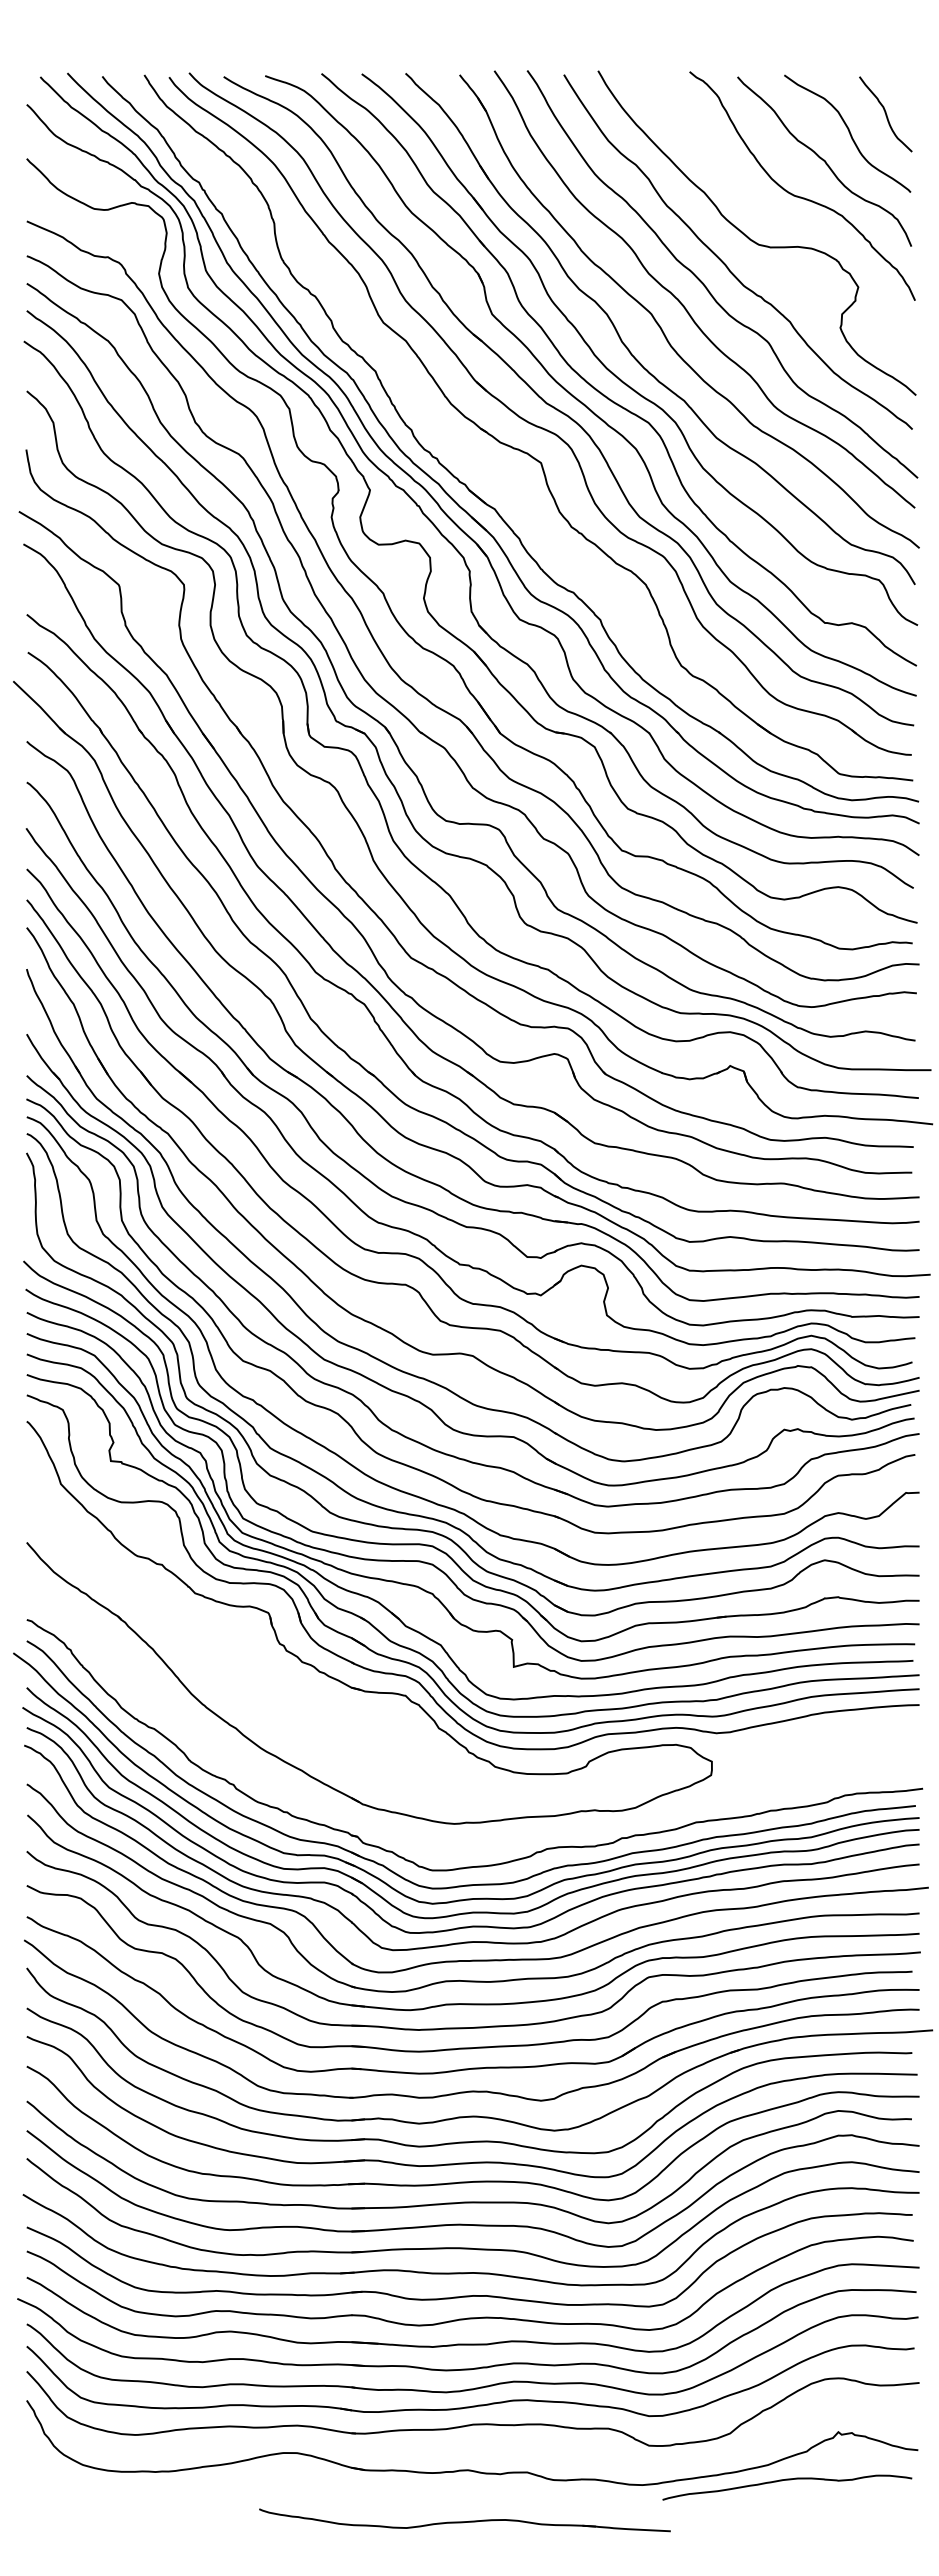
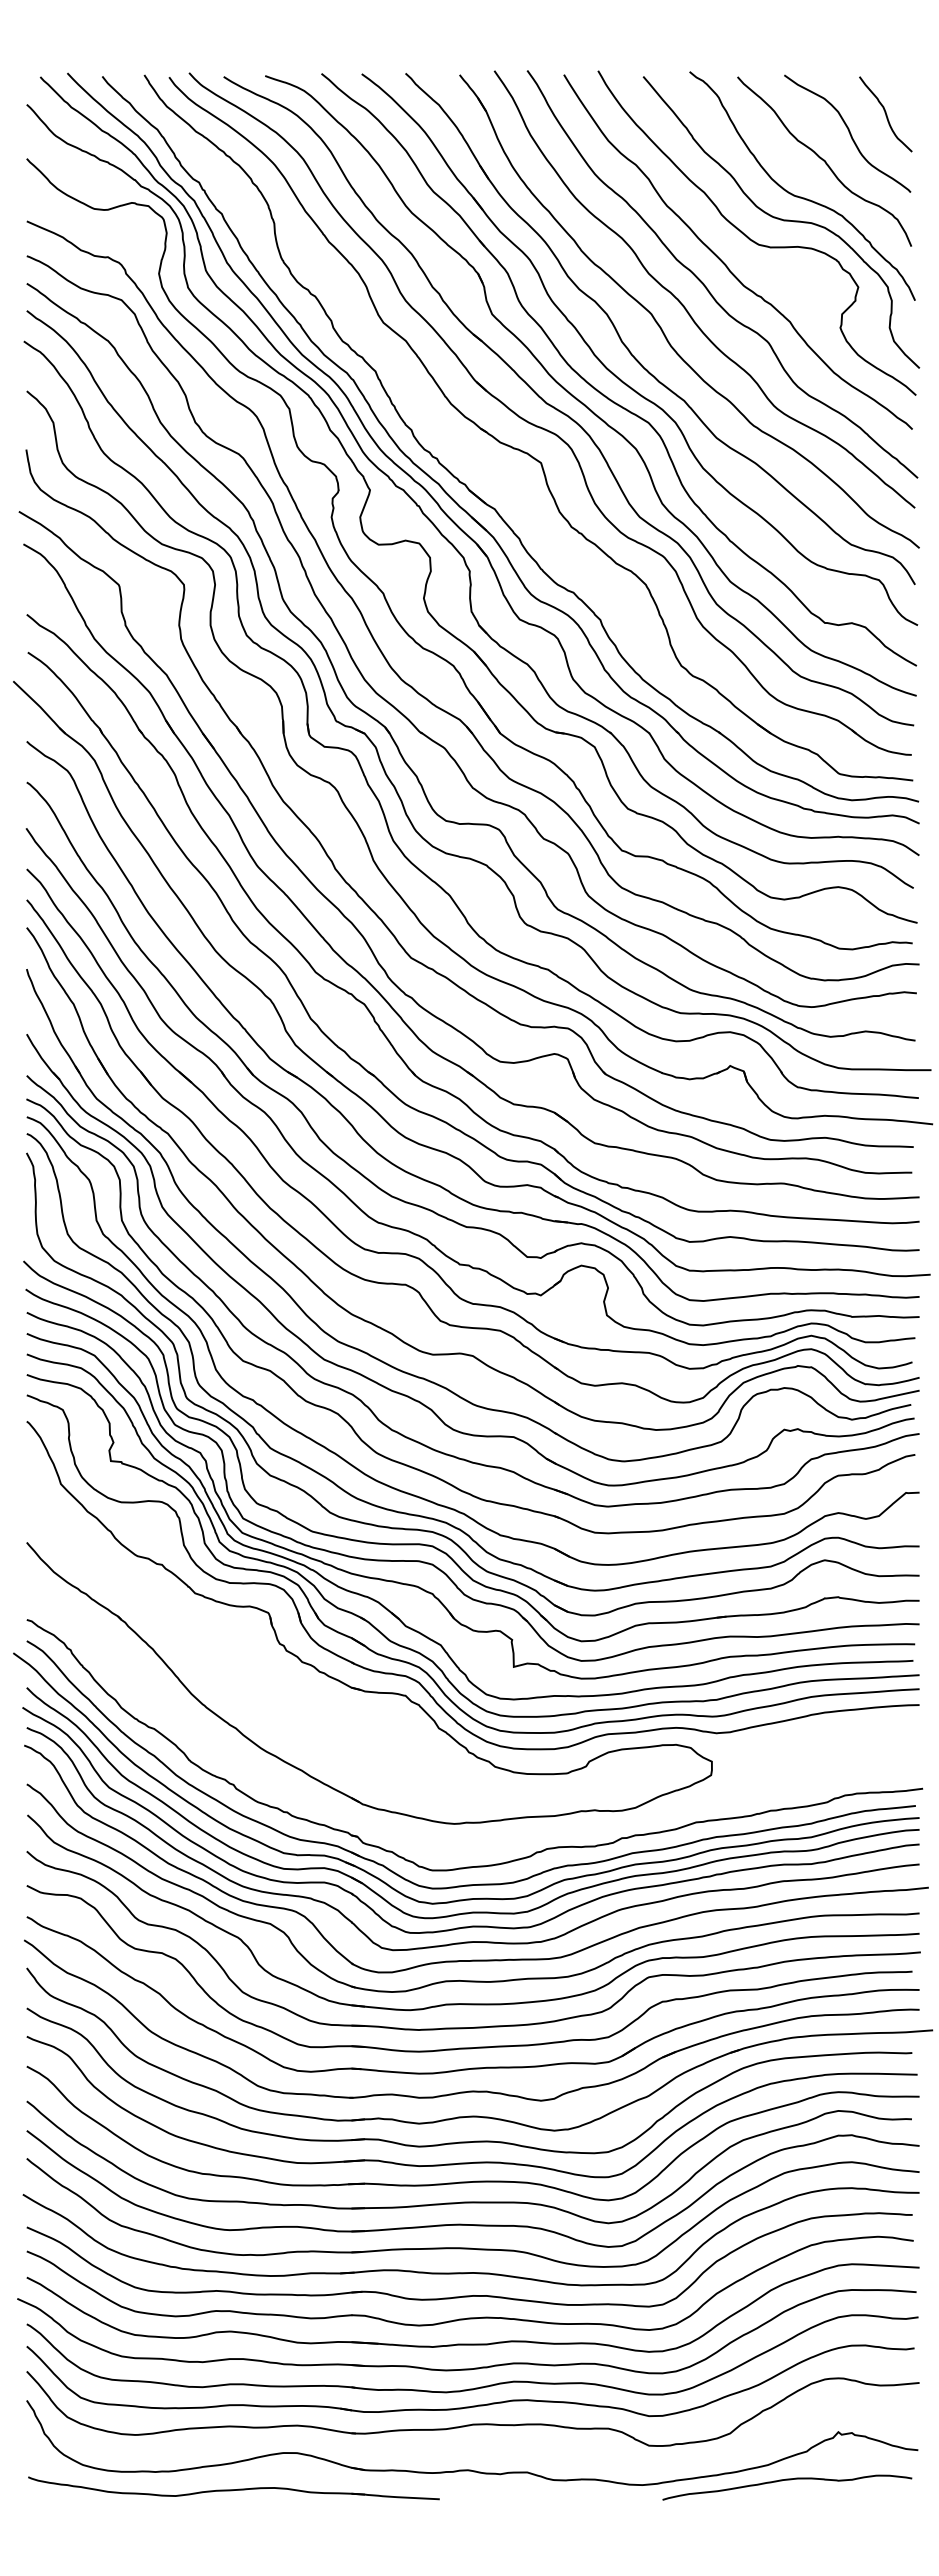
curve at (781, 220): none -> present
part at (464, 2520) position: (464, 2520) -> (233, 2488)
